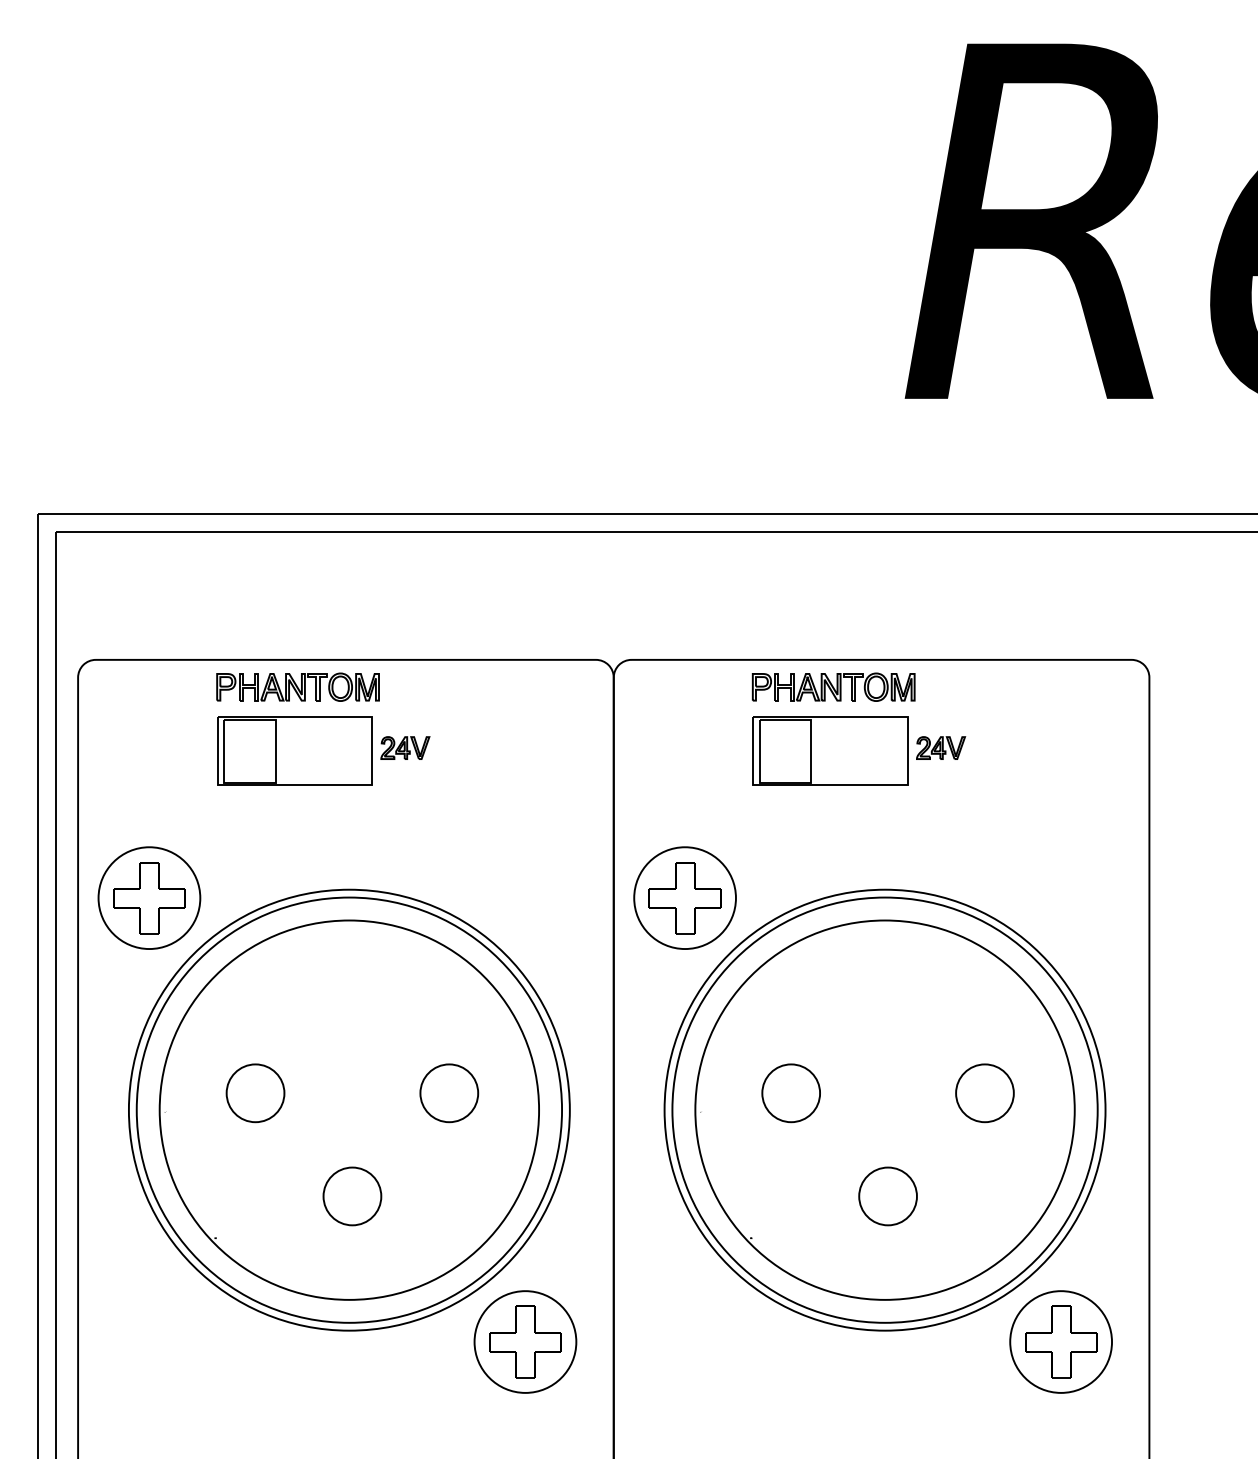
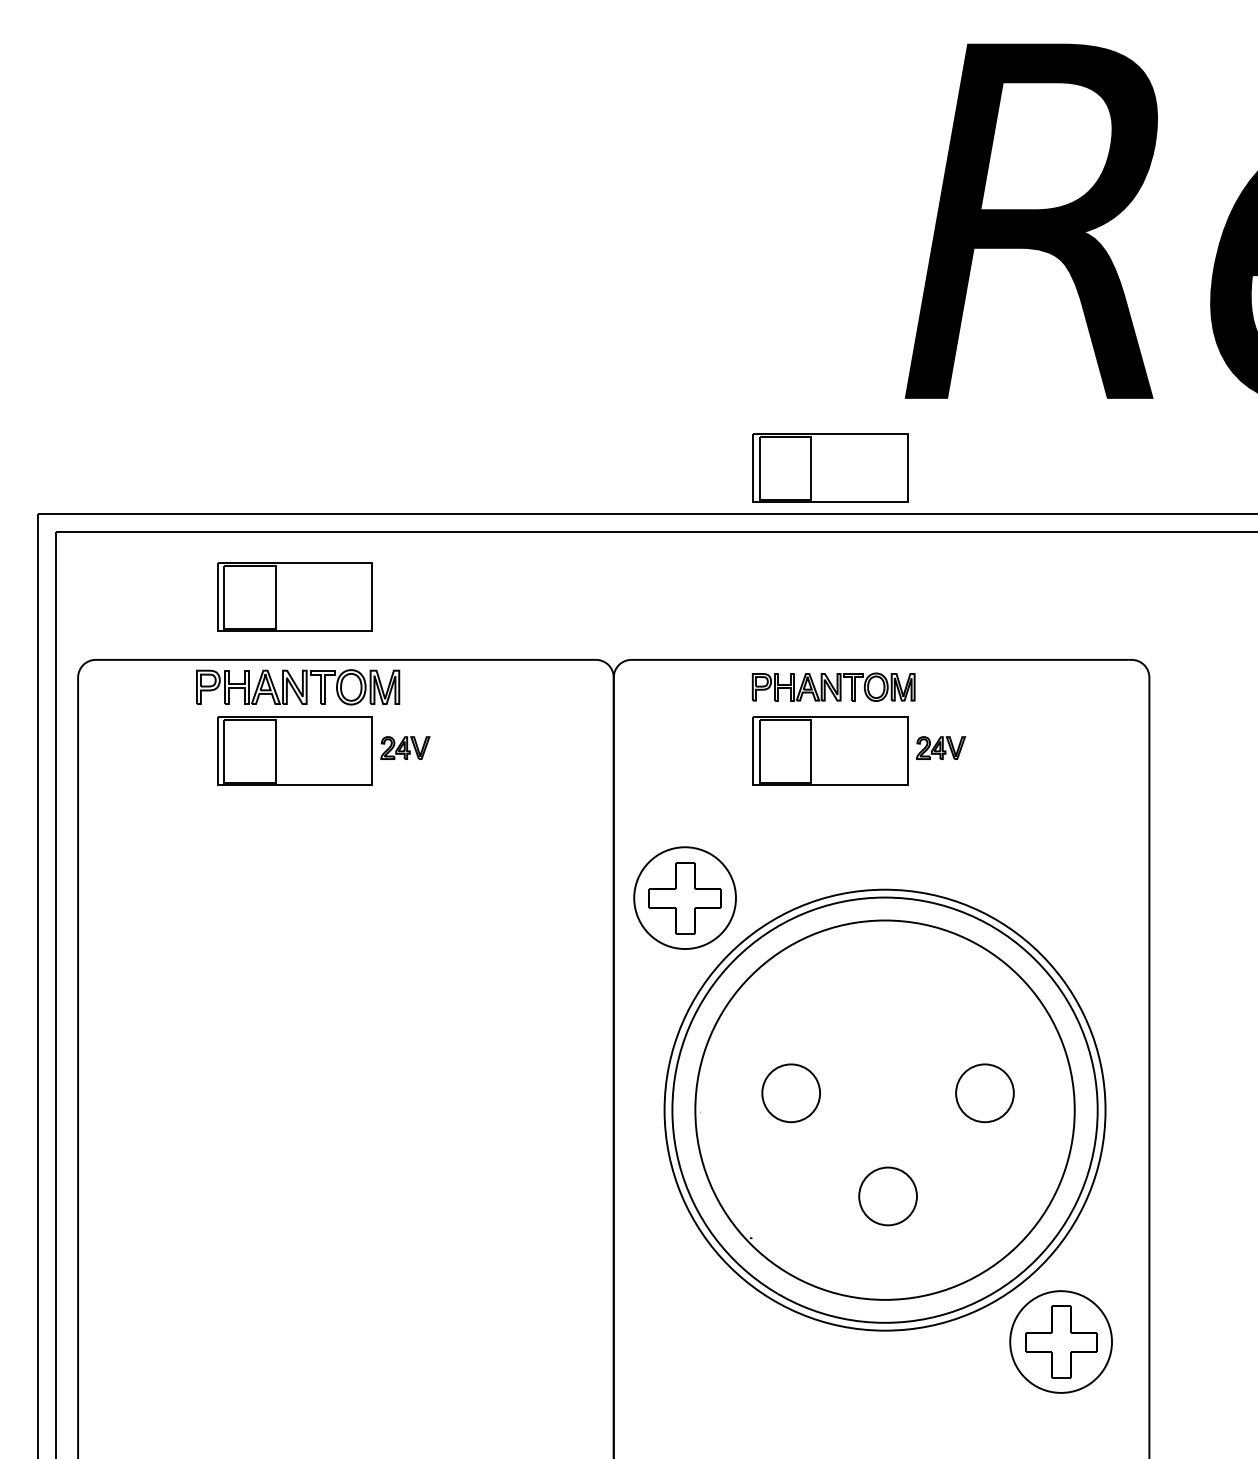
part at (830, 467): none -> present
part at (294, 596): none -> present
part at (297, 686) size: 164x30 px -> 205x37 px
part at (337, 1119): present -> none
